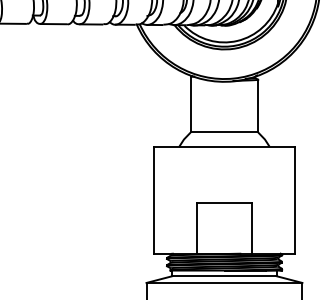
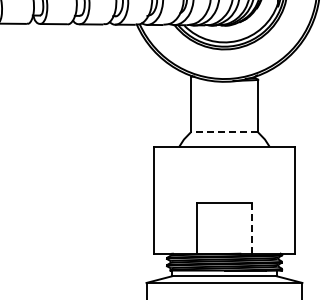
line at (224, 132): solid -> dashed
line at (252, 228): solid -> dashed
